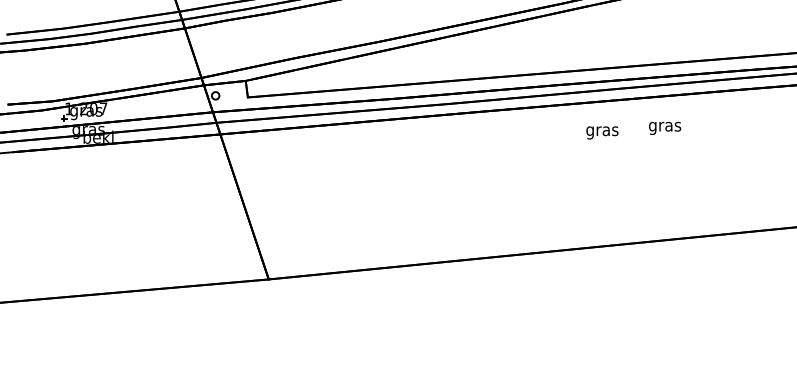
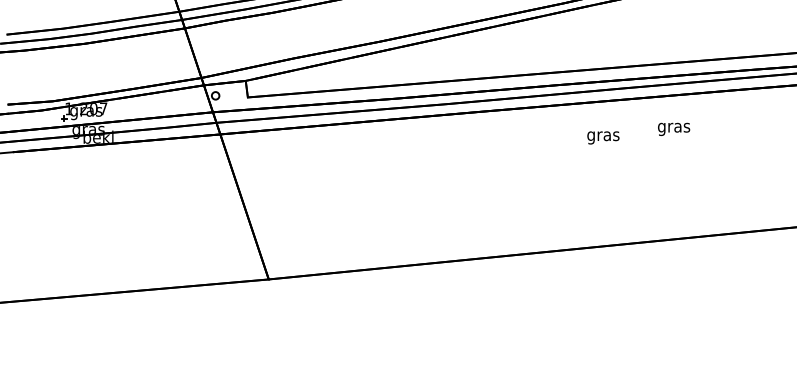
text at (665, 127) position: (665, 127) -> (674, 128)
text at (602, 132) position: (602, 132) -> (603, 137)
